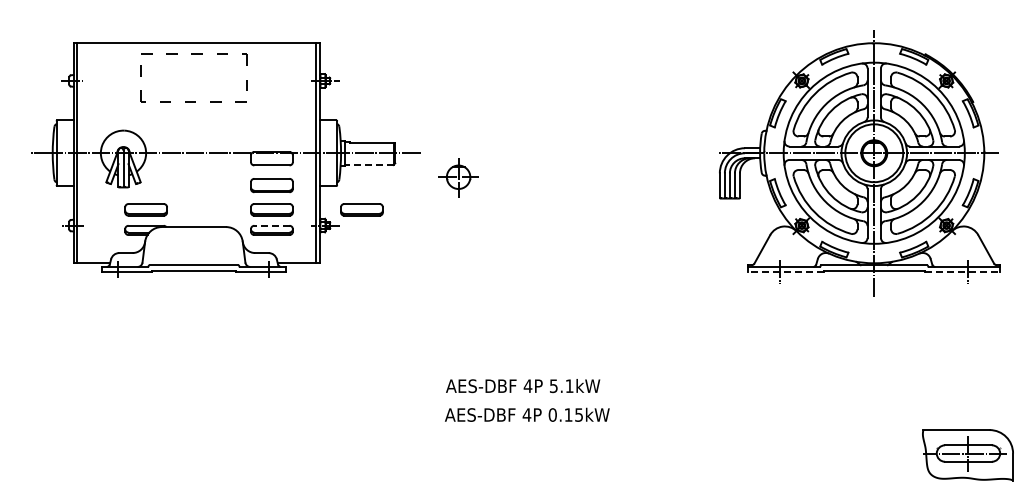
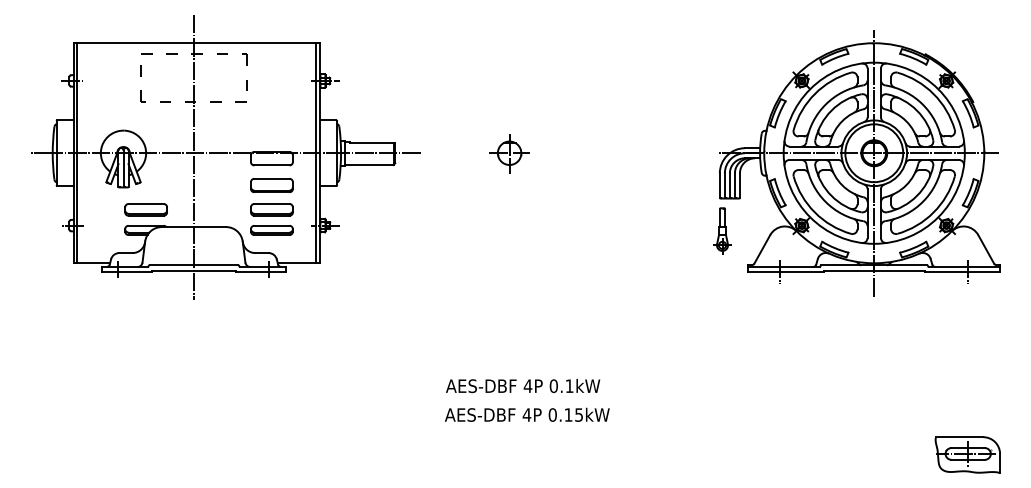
line at (193, 156): none -> present
line at (369, 165): dashed -> solid
part at (458, 177) position: (458, 177) -> (509, 153)
part at (361, 209): present -> none
line at (271, 225): dashed -> solid
part at (722, 230): none -> present
line at (786, 272): dashed -> solid
line at (962, 272): dashed -> solid
text at (553, 386): 5.1kW -> 0.1kW
part at (967, 455) size: 92x53 px -> 67x38 px
